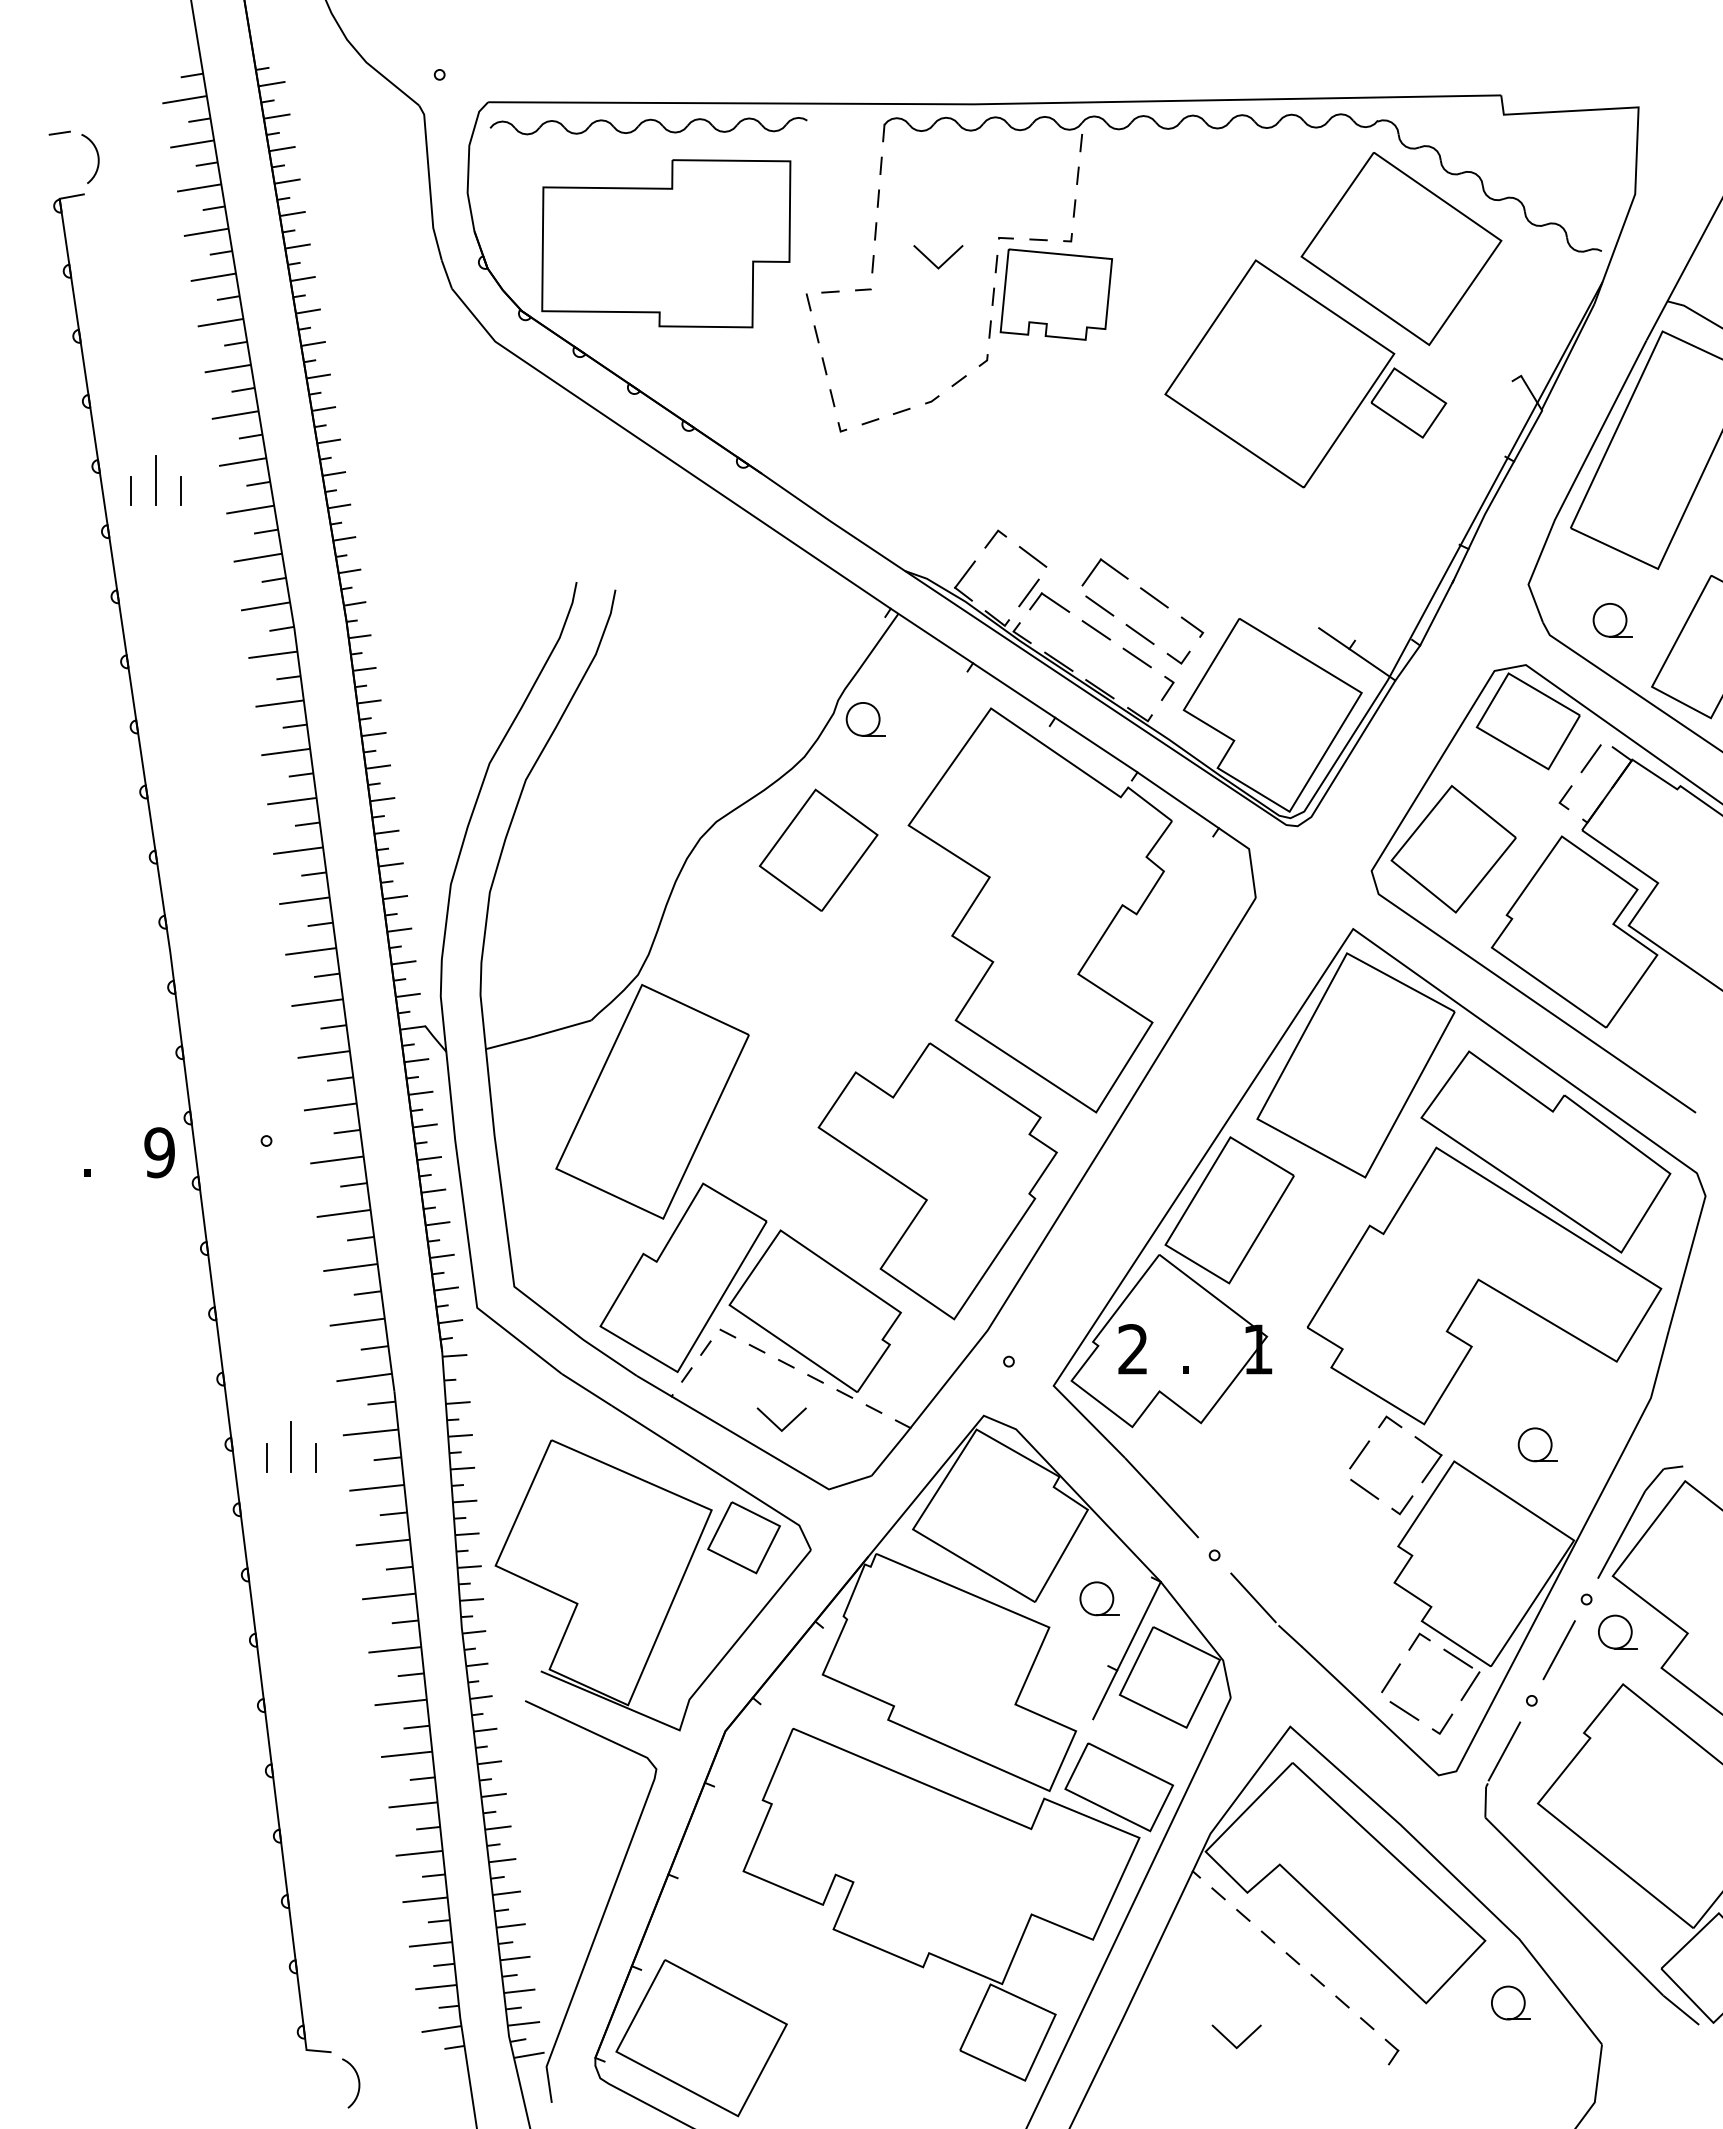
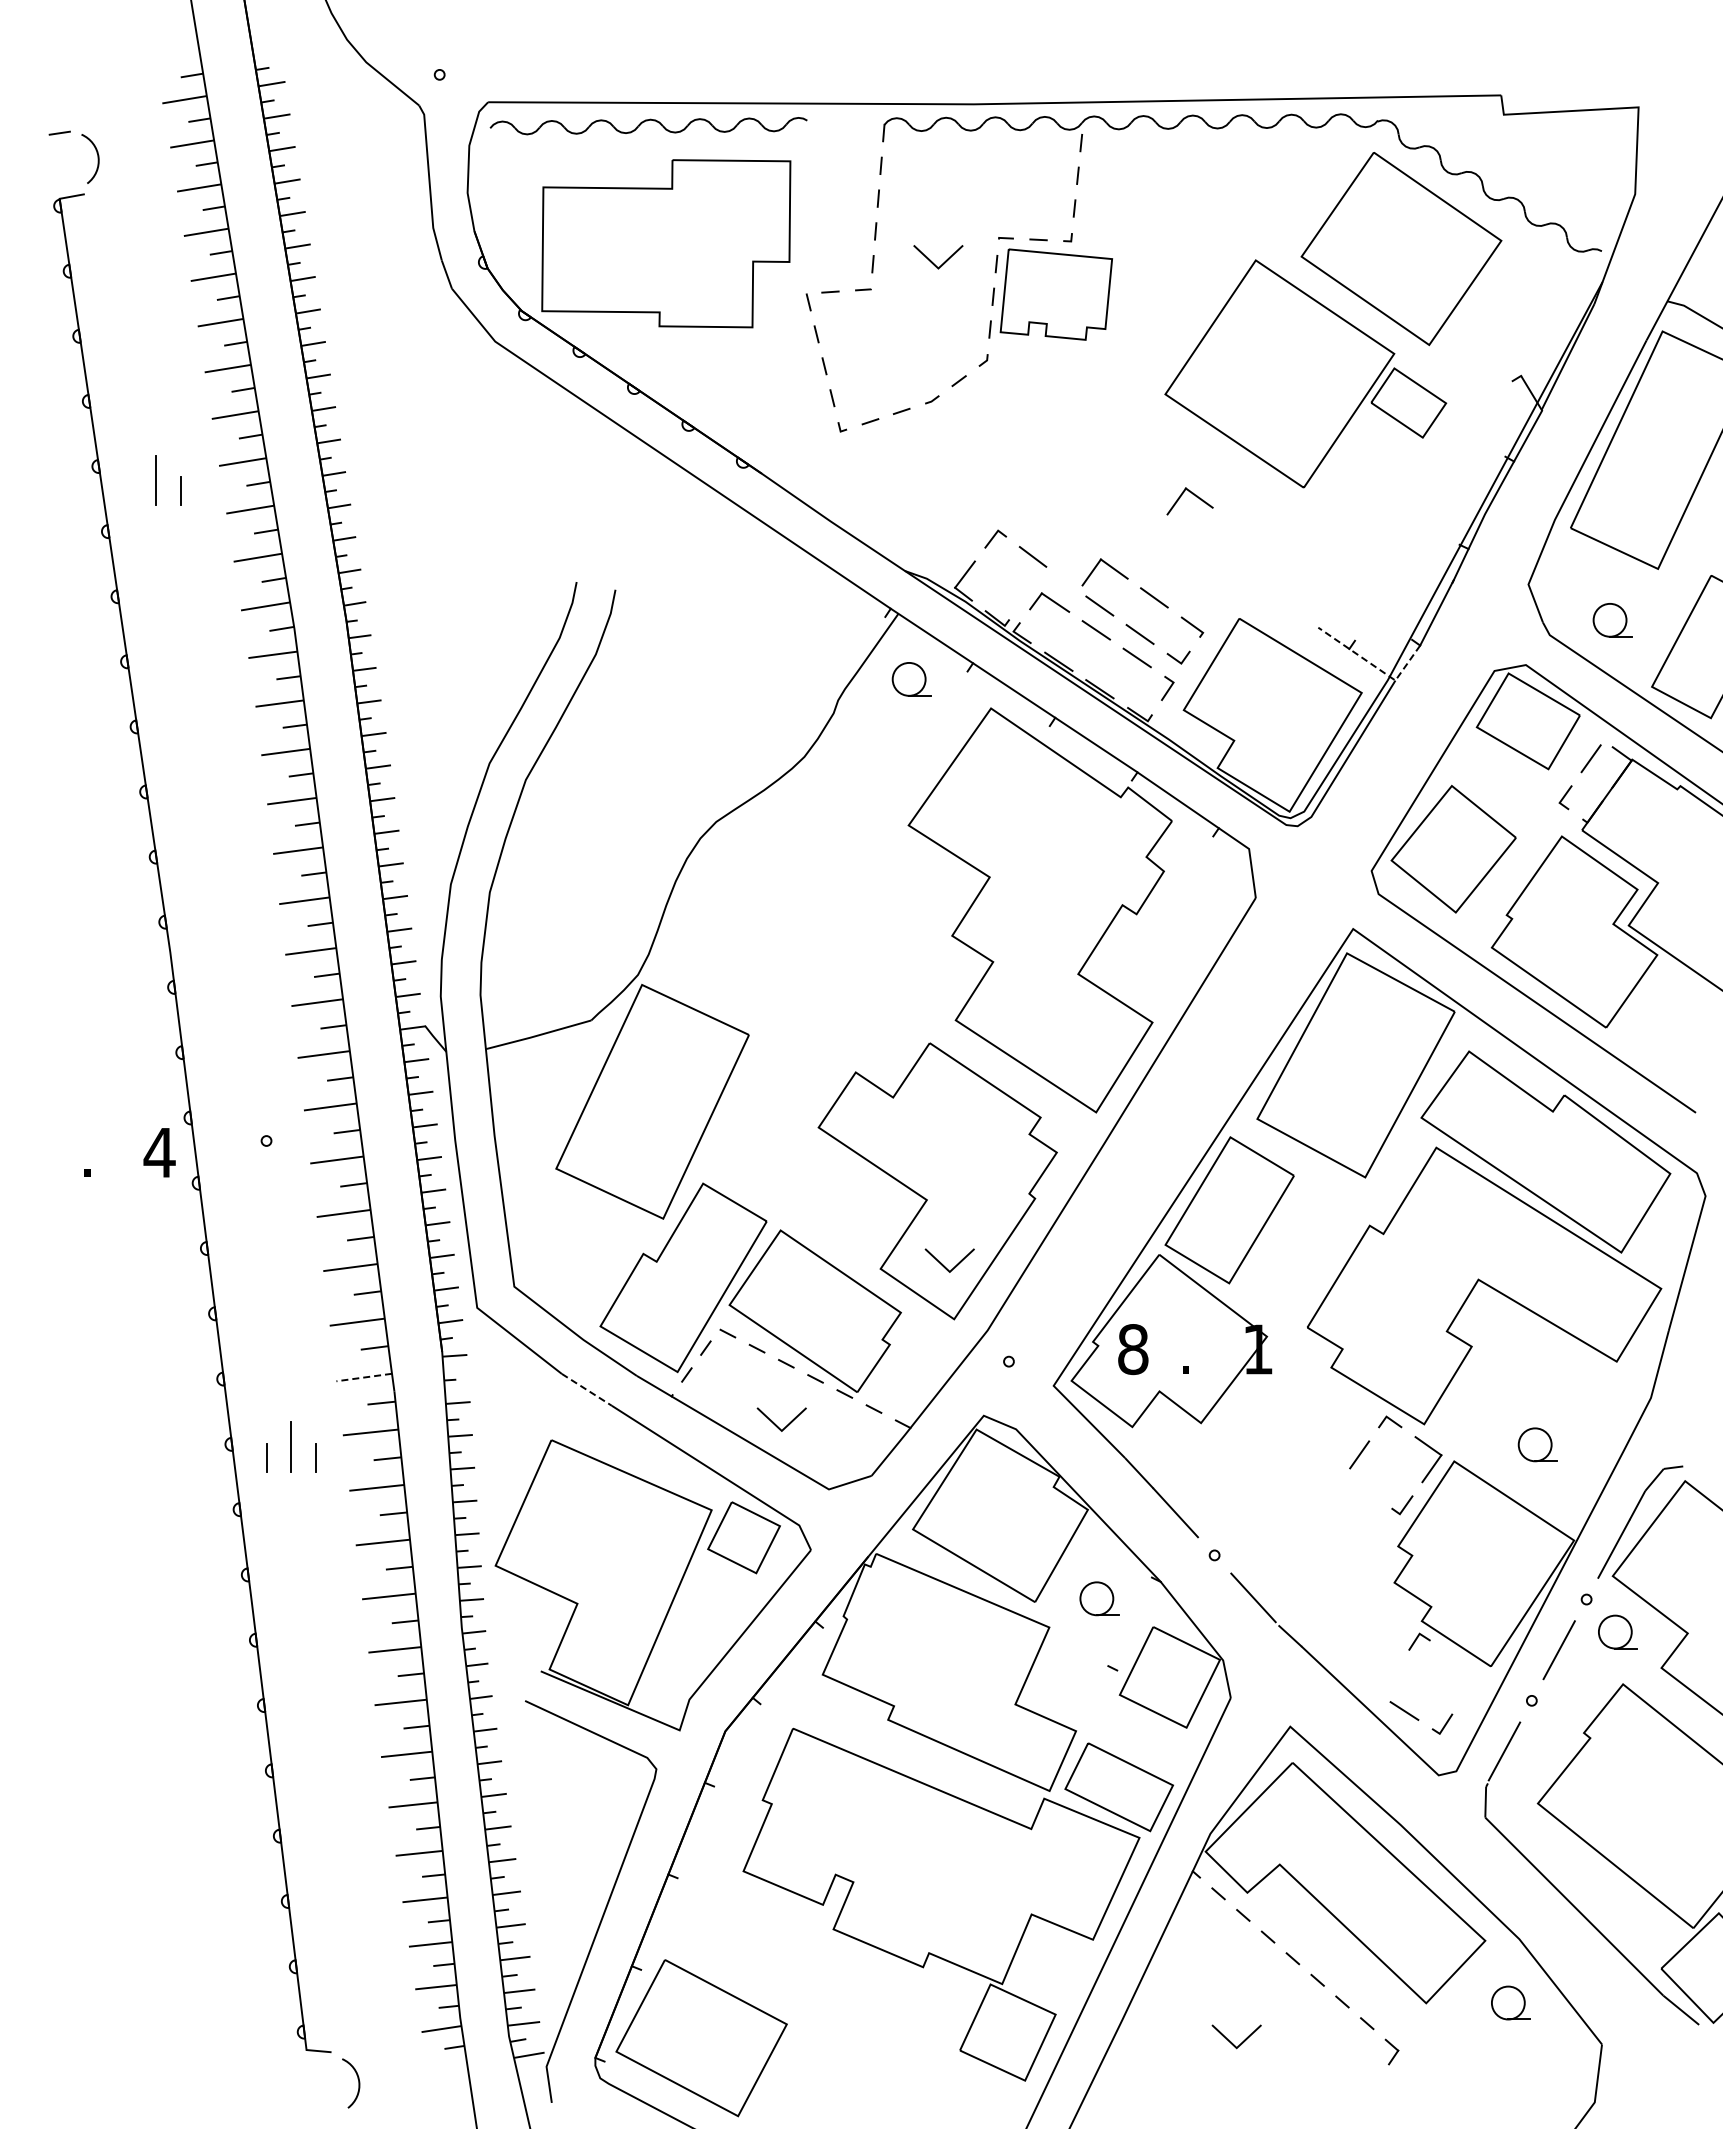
line at (131, 490): present -> none
part at (1193, 495): none -> present
line at (1028, 592): present -> none
line at (1374, 666): solid -> dashed
part at (865, 719) position: (865, 719) -> (911, 679)
part at (818, 849): present -> none
text at (159, 1152): 9 -> 4
line at (944, 1265): none -> present
text at (1133, 1349): 2 -> 8
line at (363, 1377): solid -> dashed
line at (586, 1389): solid -> dashed
line at (1364, 1488): present -> none
line at (1126, 1650): present -> none
line at (1458, 1658): present -> none
line at (1390, 1678): present -> none
line at (1470, 1686): present -> none
